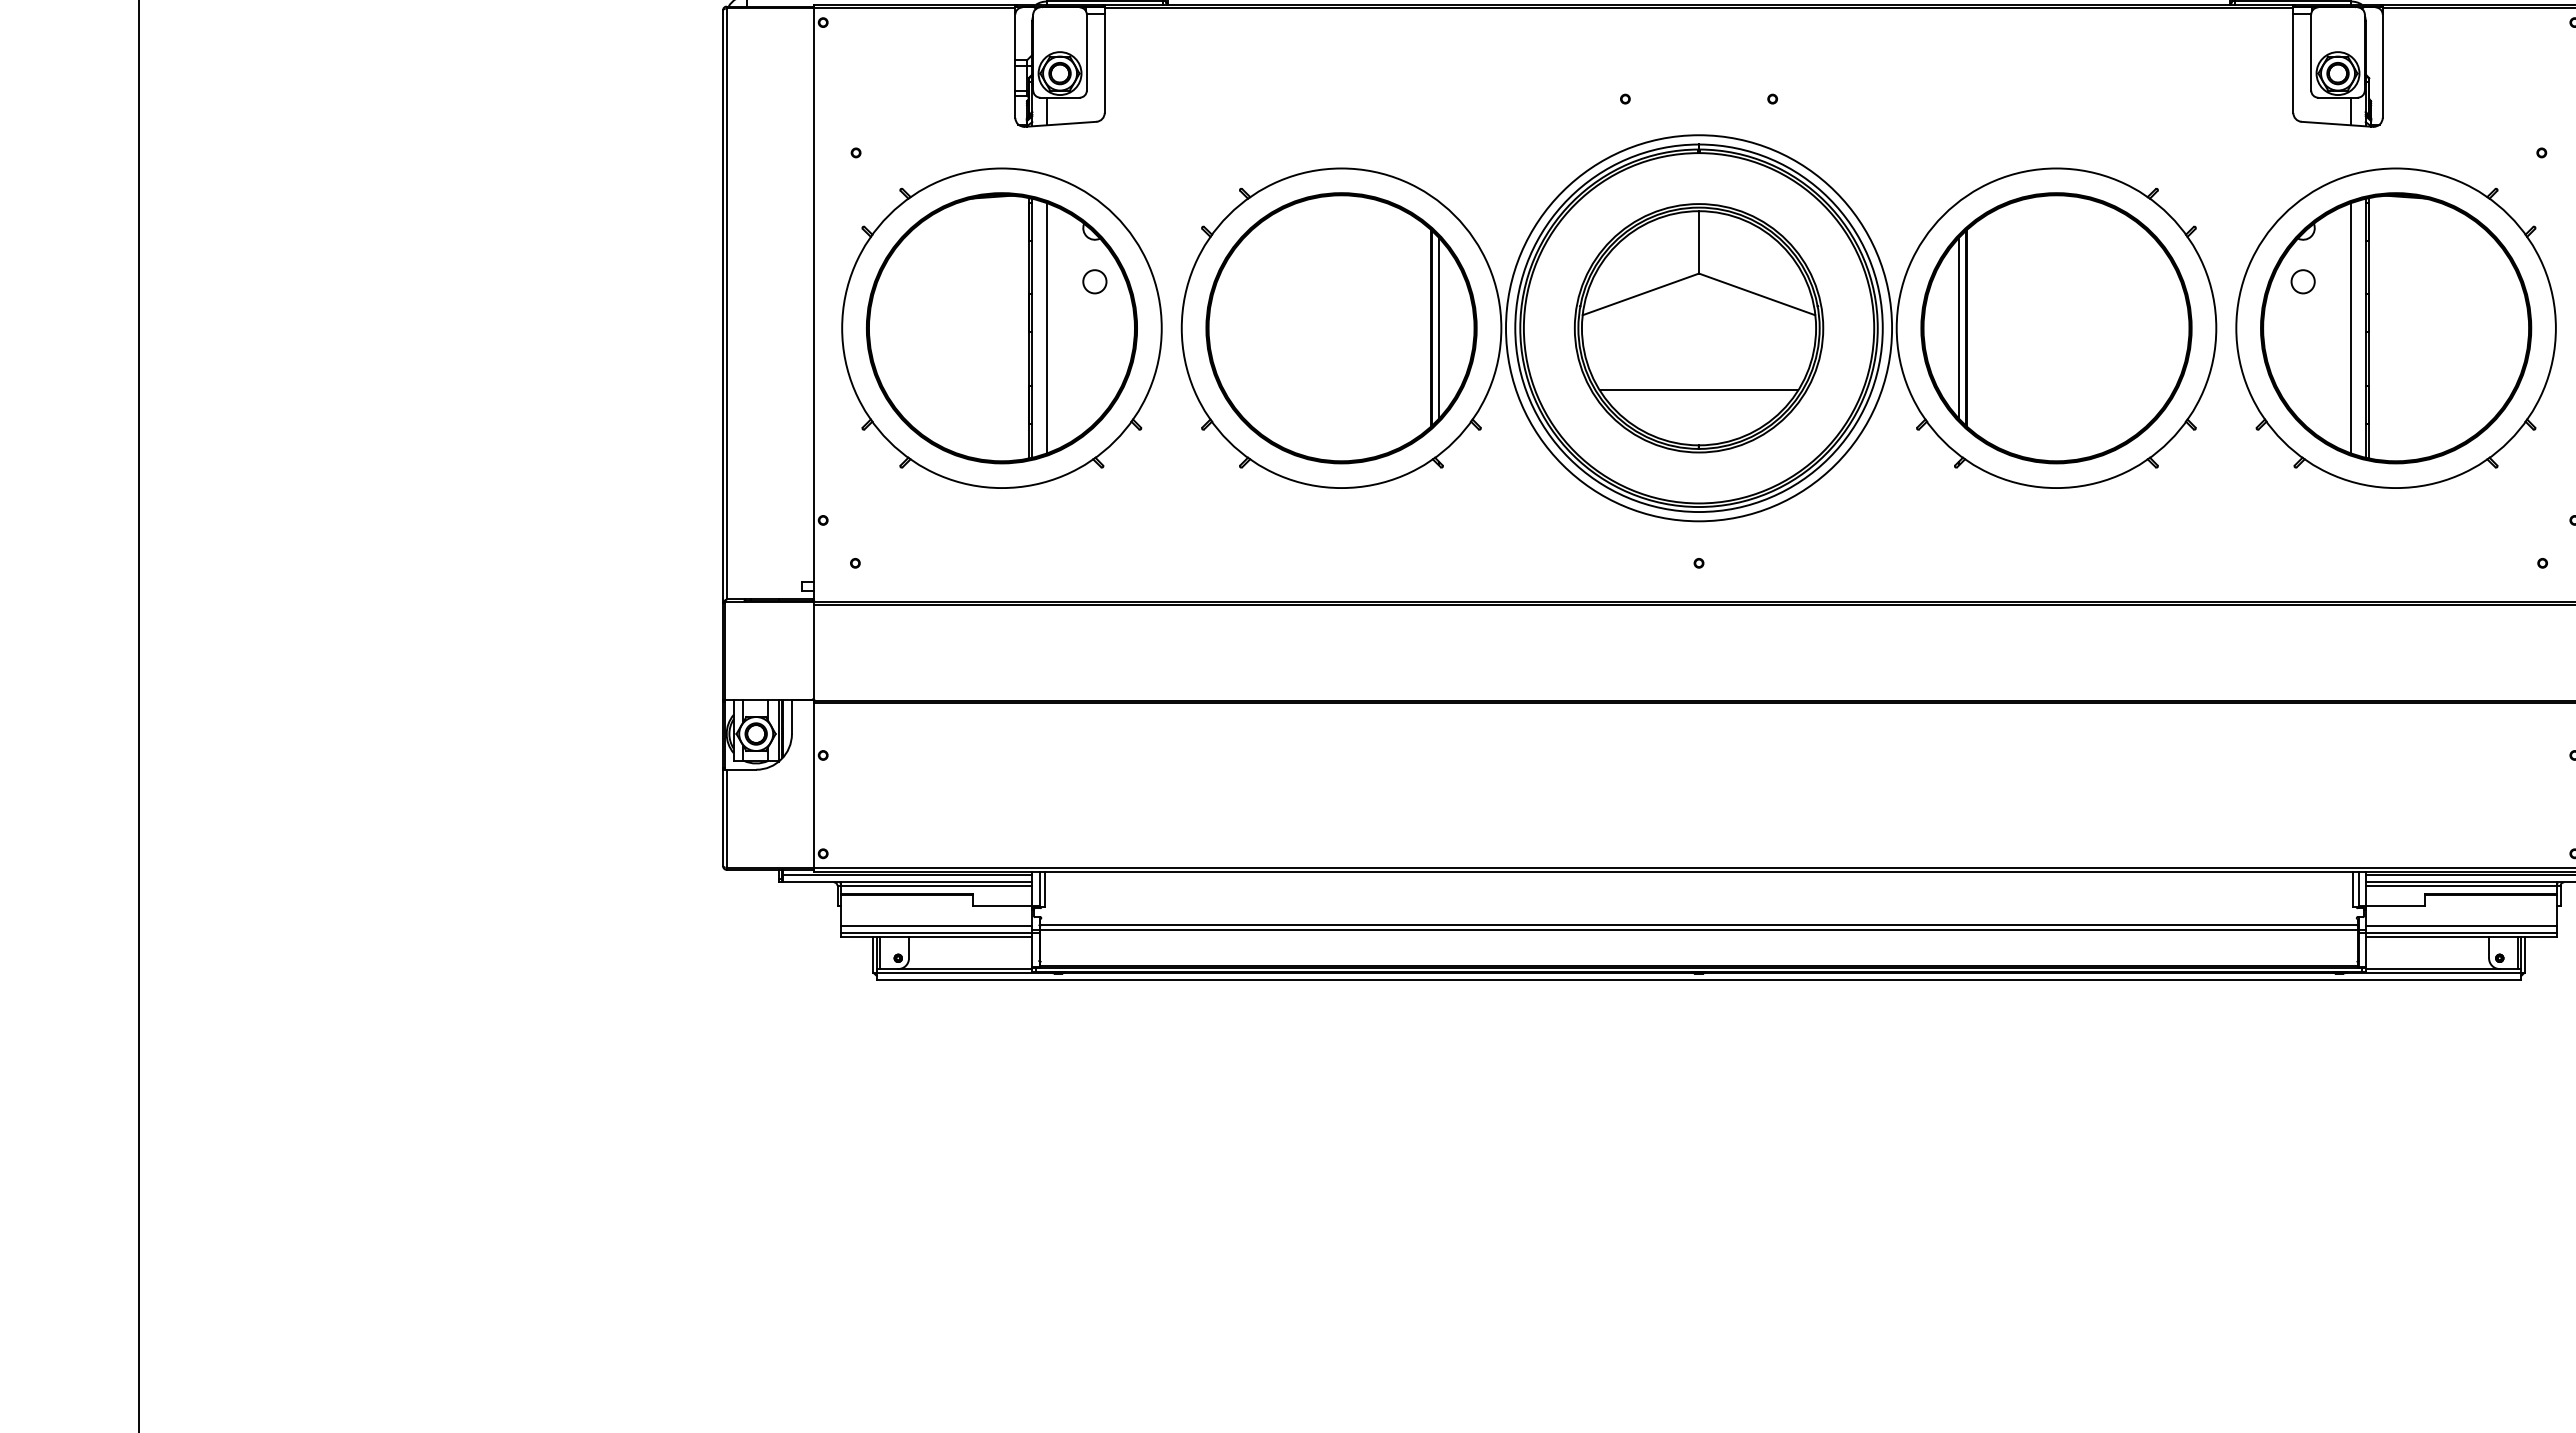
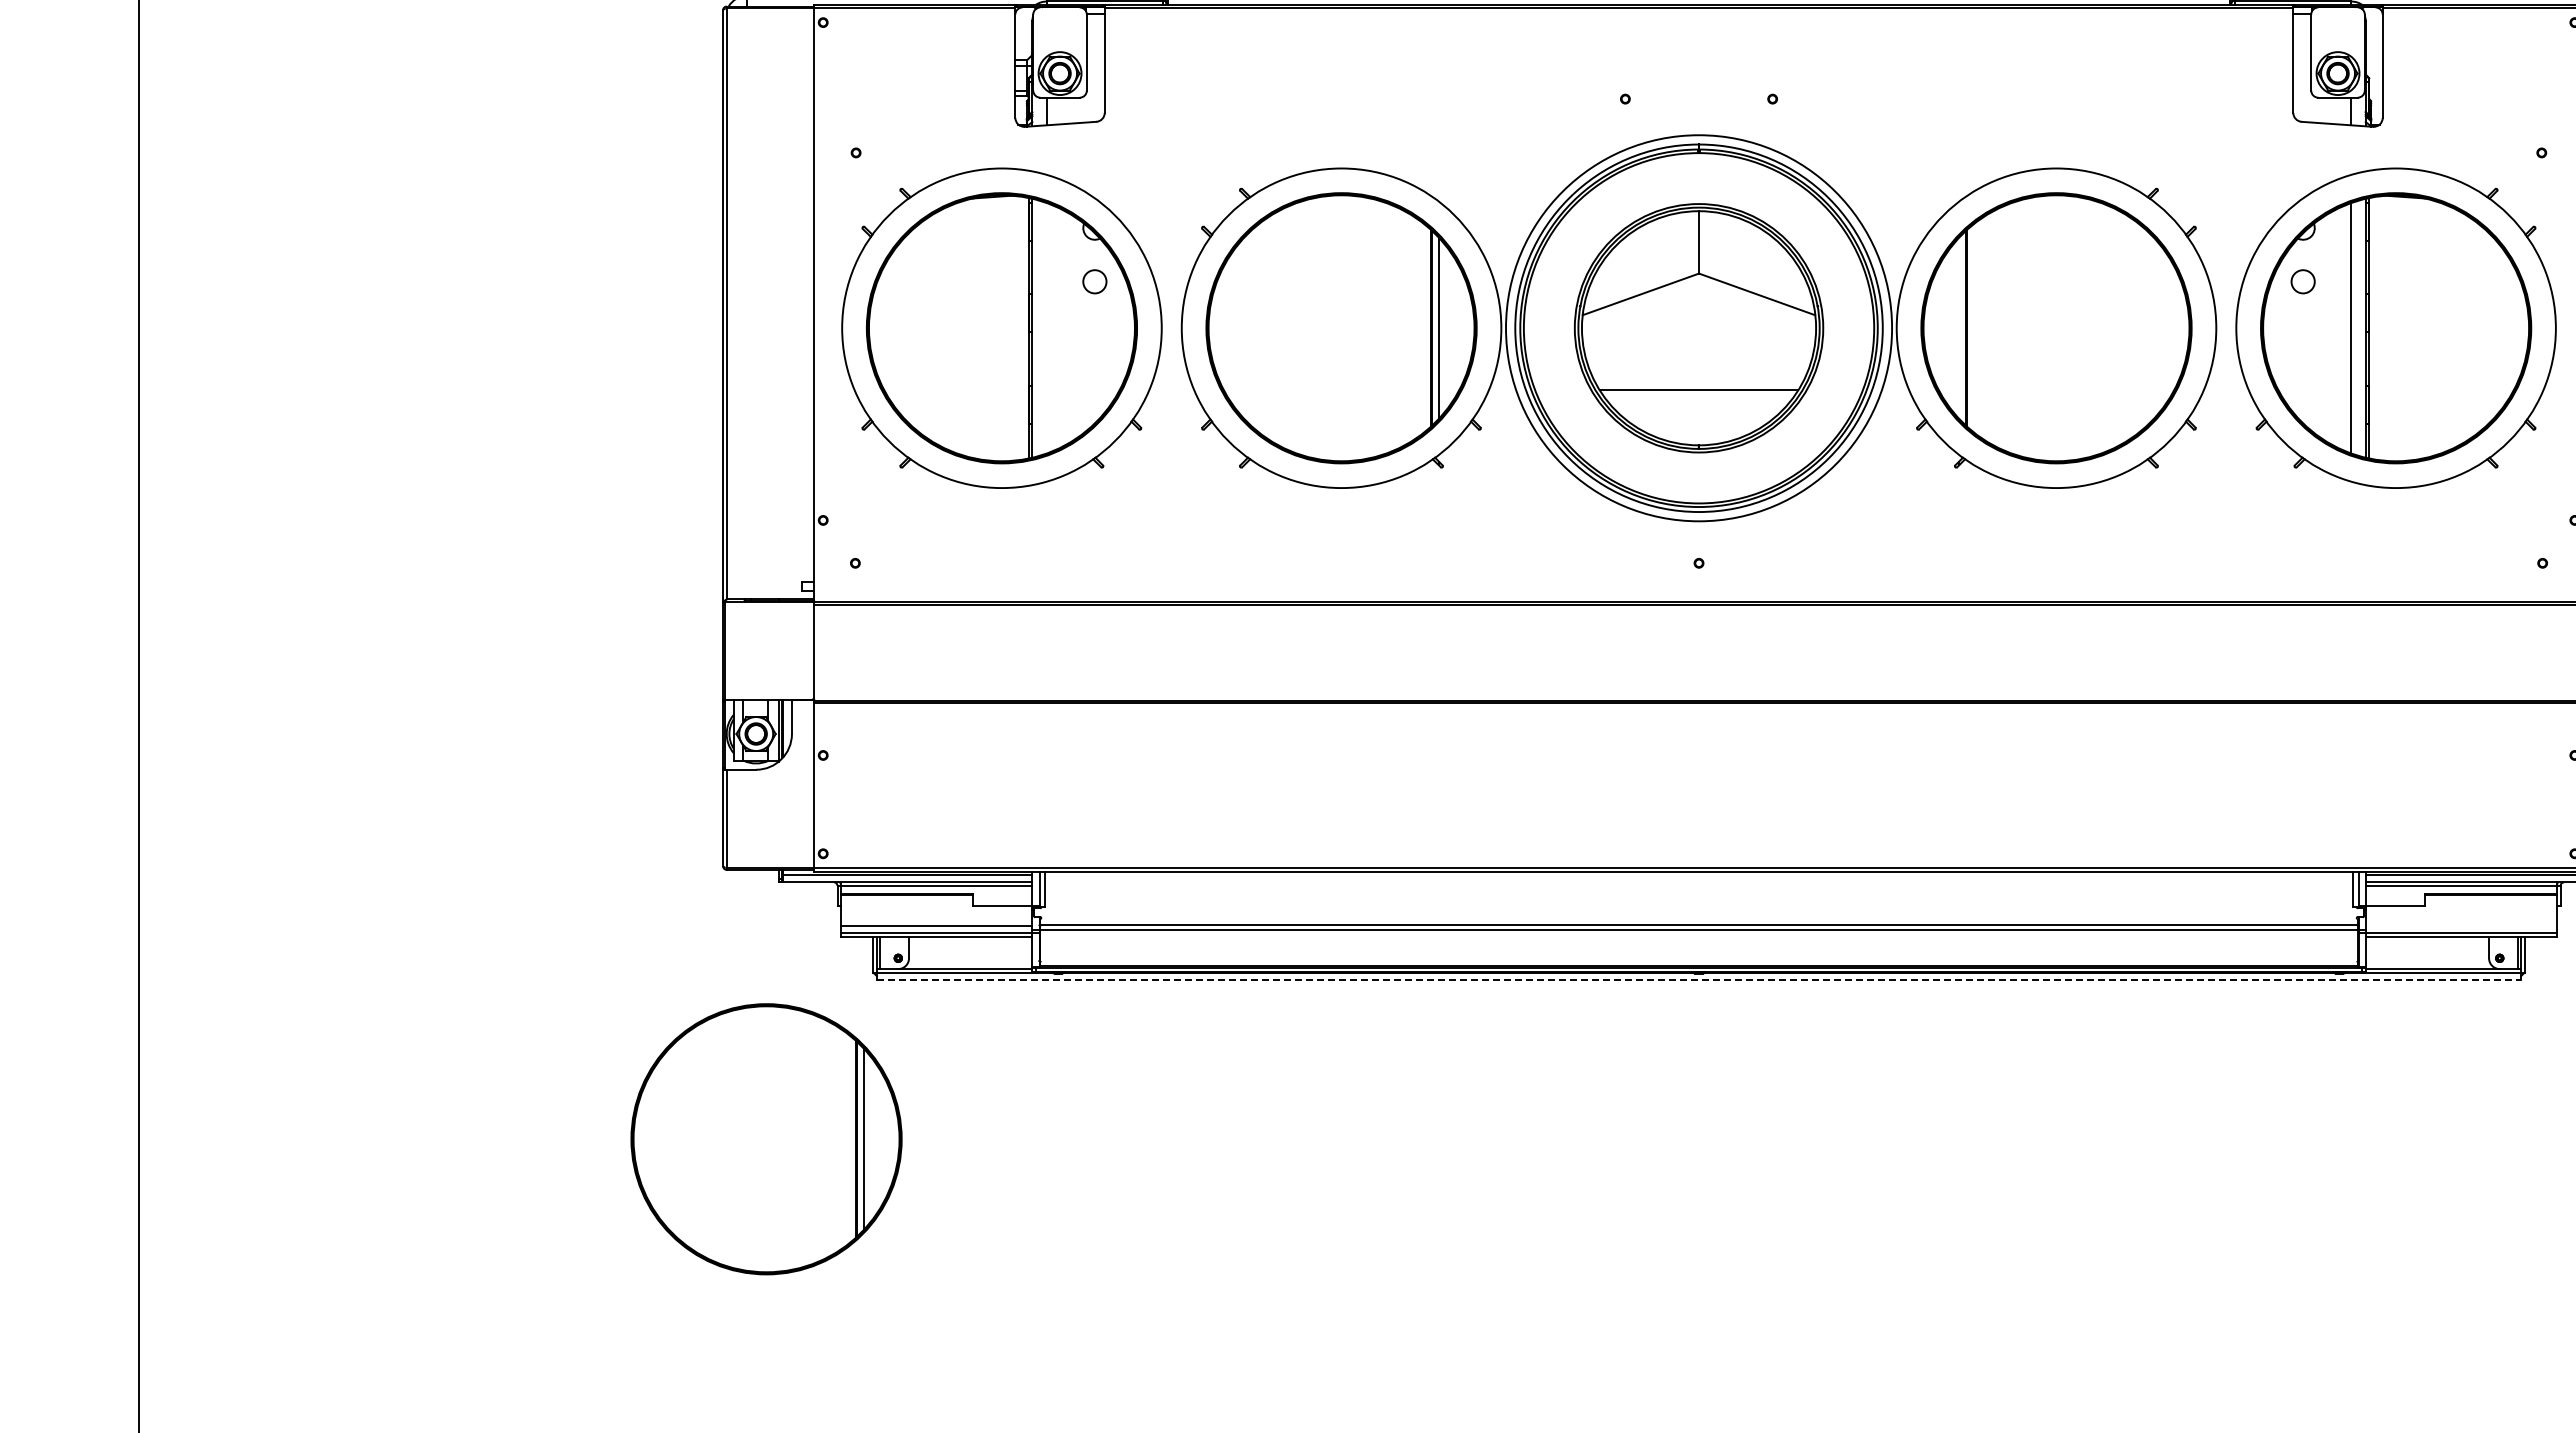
line at (1959, 327): present -> none
line at (1046, 328): present -> none
line at (2460, 926): present -> none
line at (1699, 979): solid -> dashed
part at (766, 1139): none -> present
